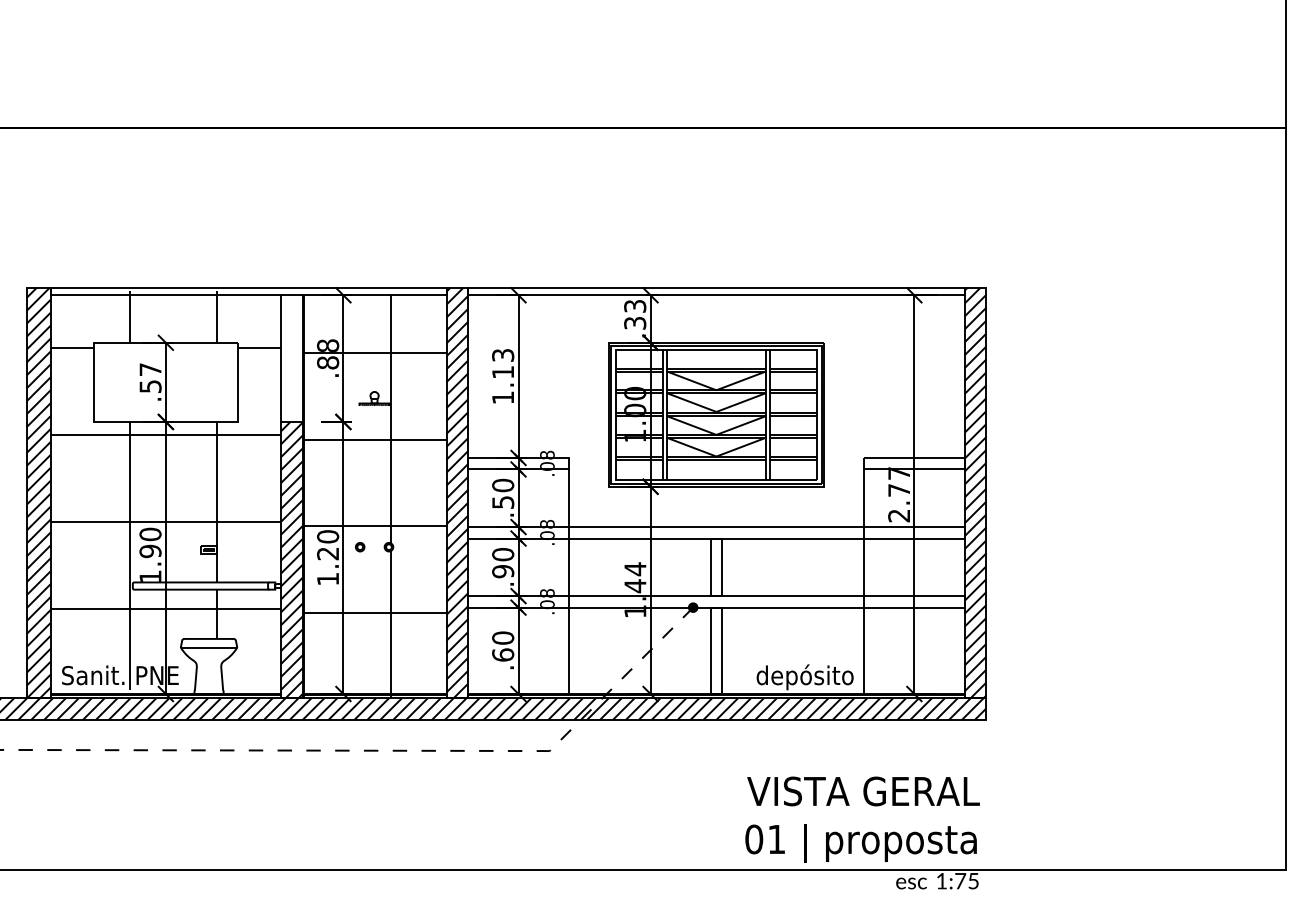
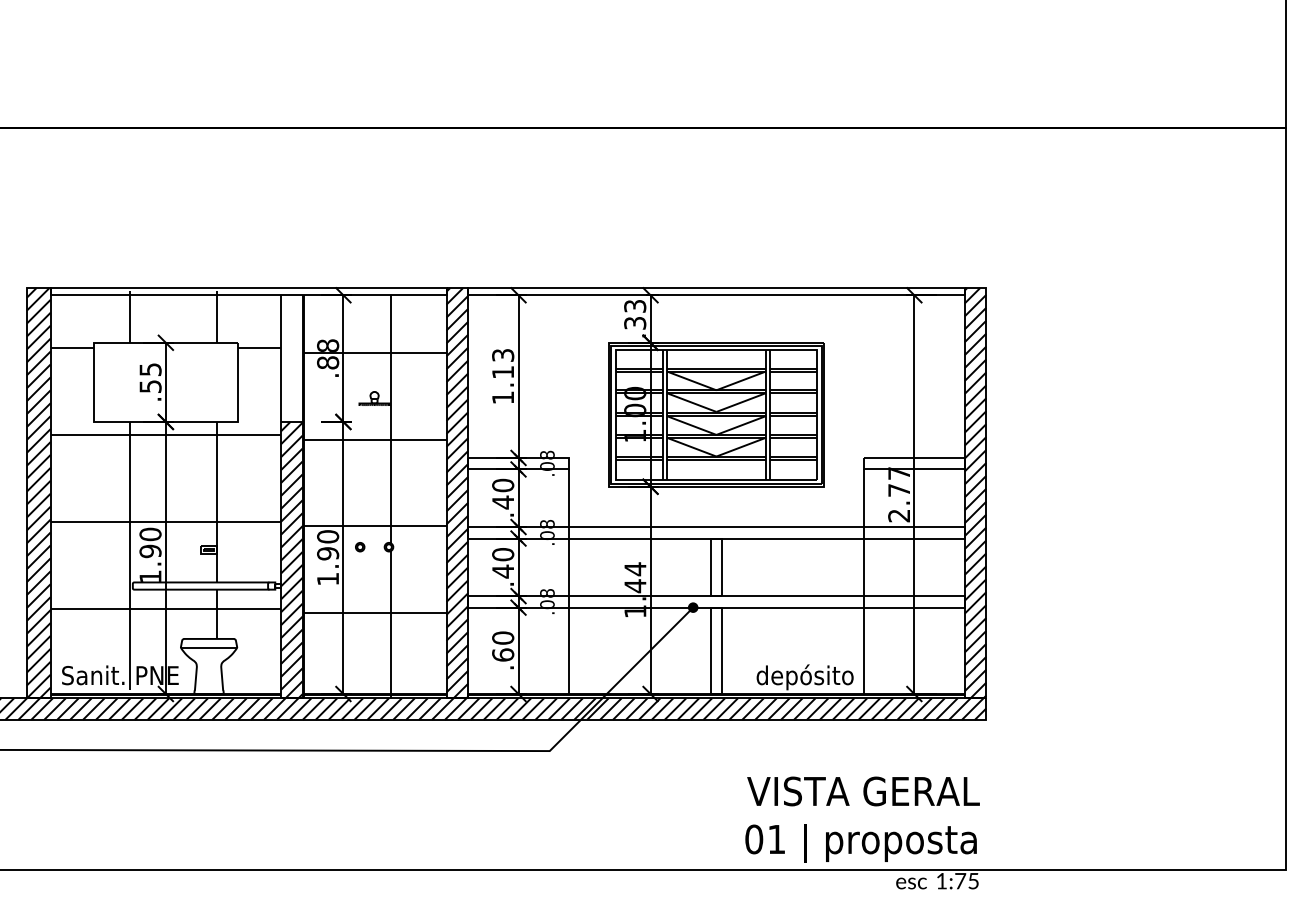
text at (150, 369): .57 -> .55
text at (503, 502): .50 -> .40
text at (328, 553): 1.20 -> 1.90
text at (503, 571): .90 -> .40
line at (376, 750): dashed -> solid
